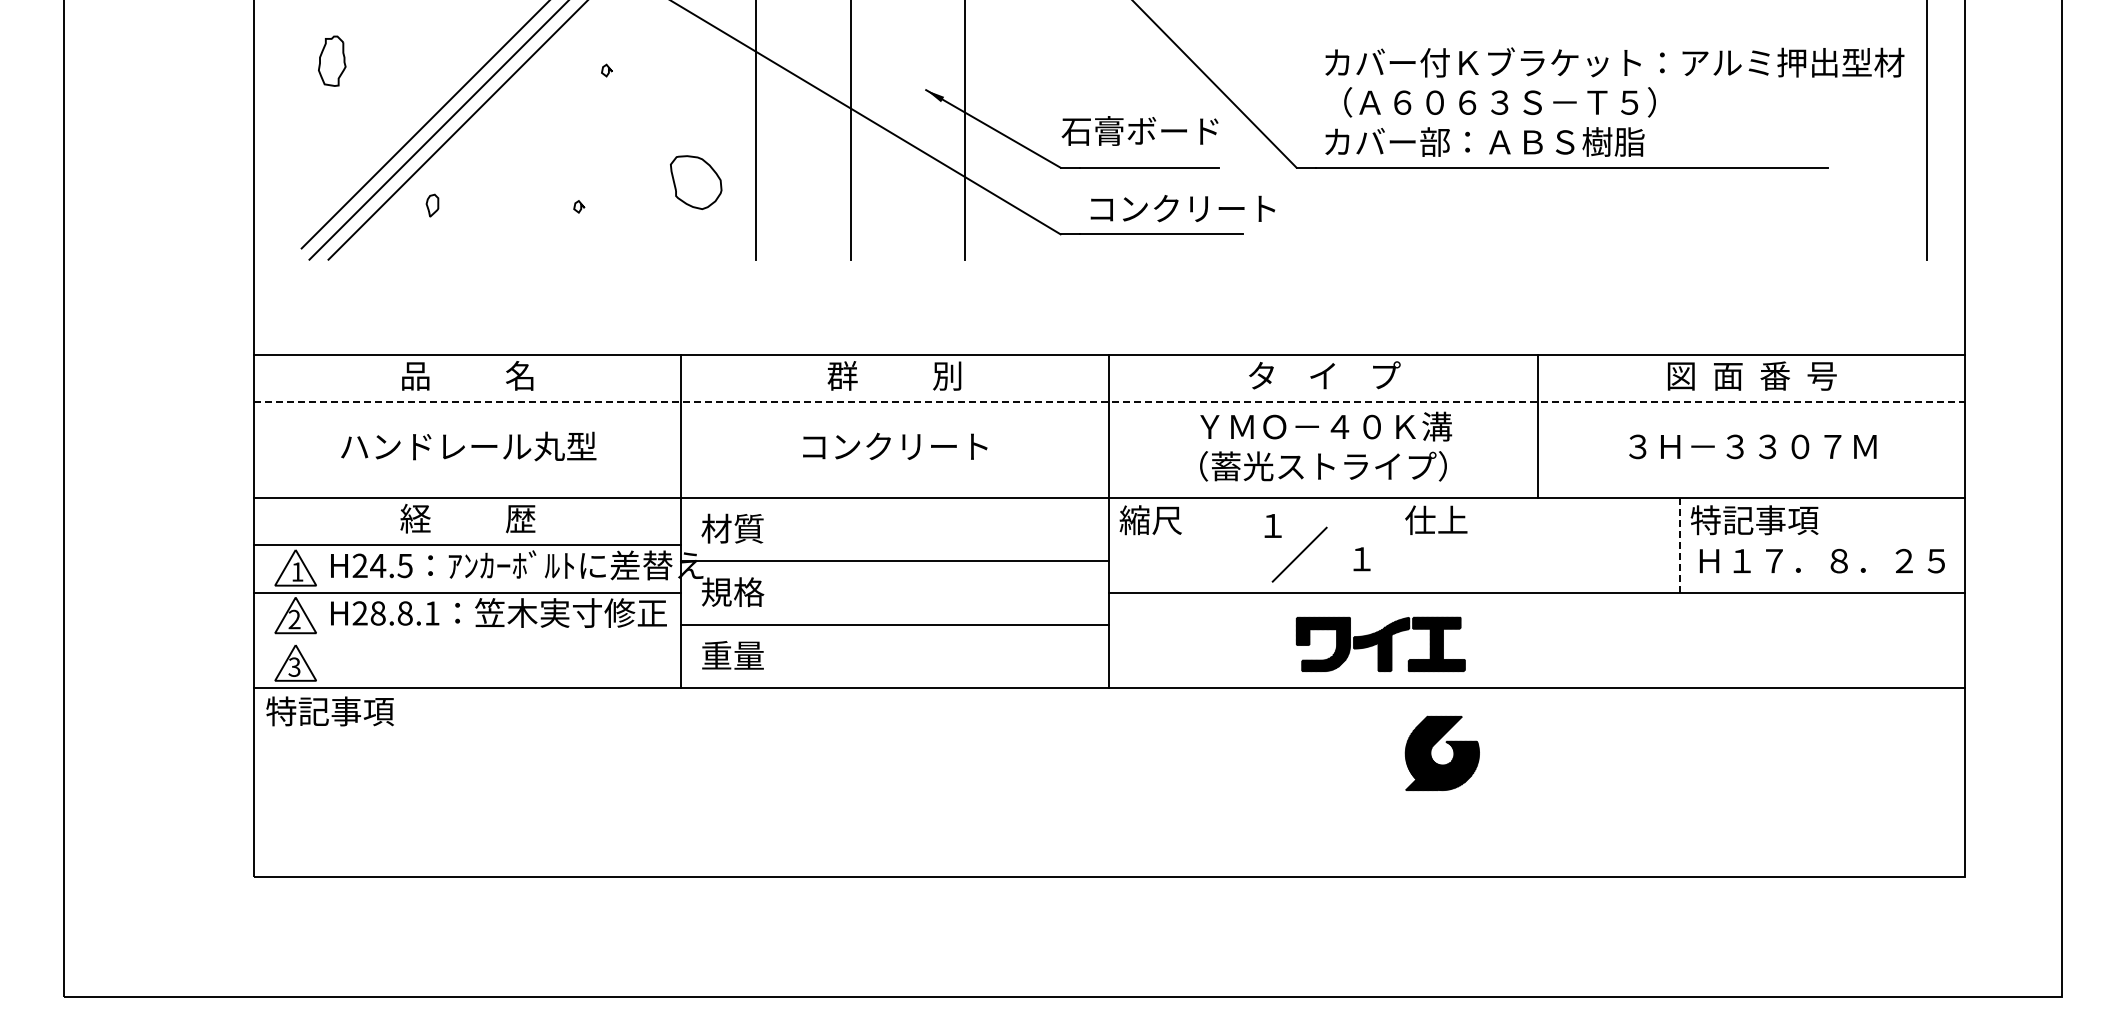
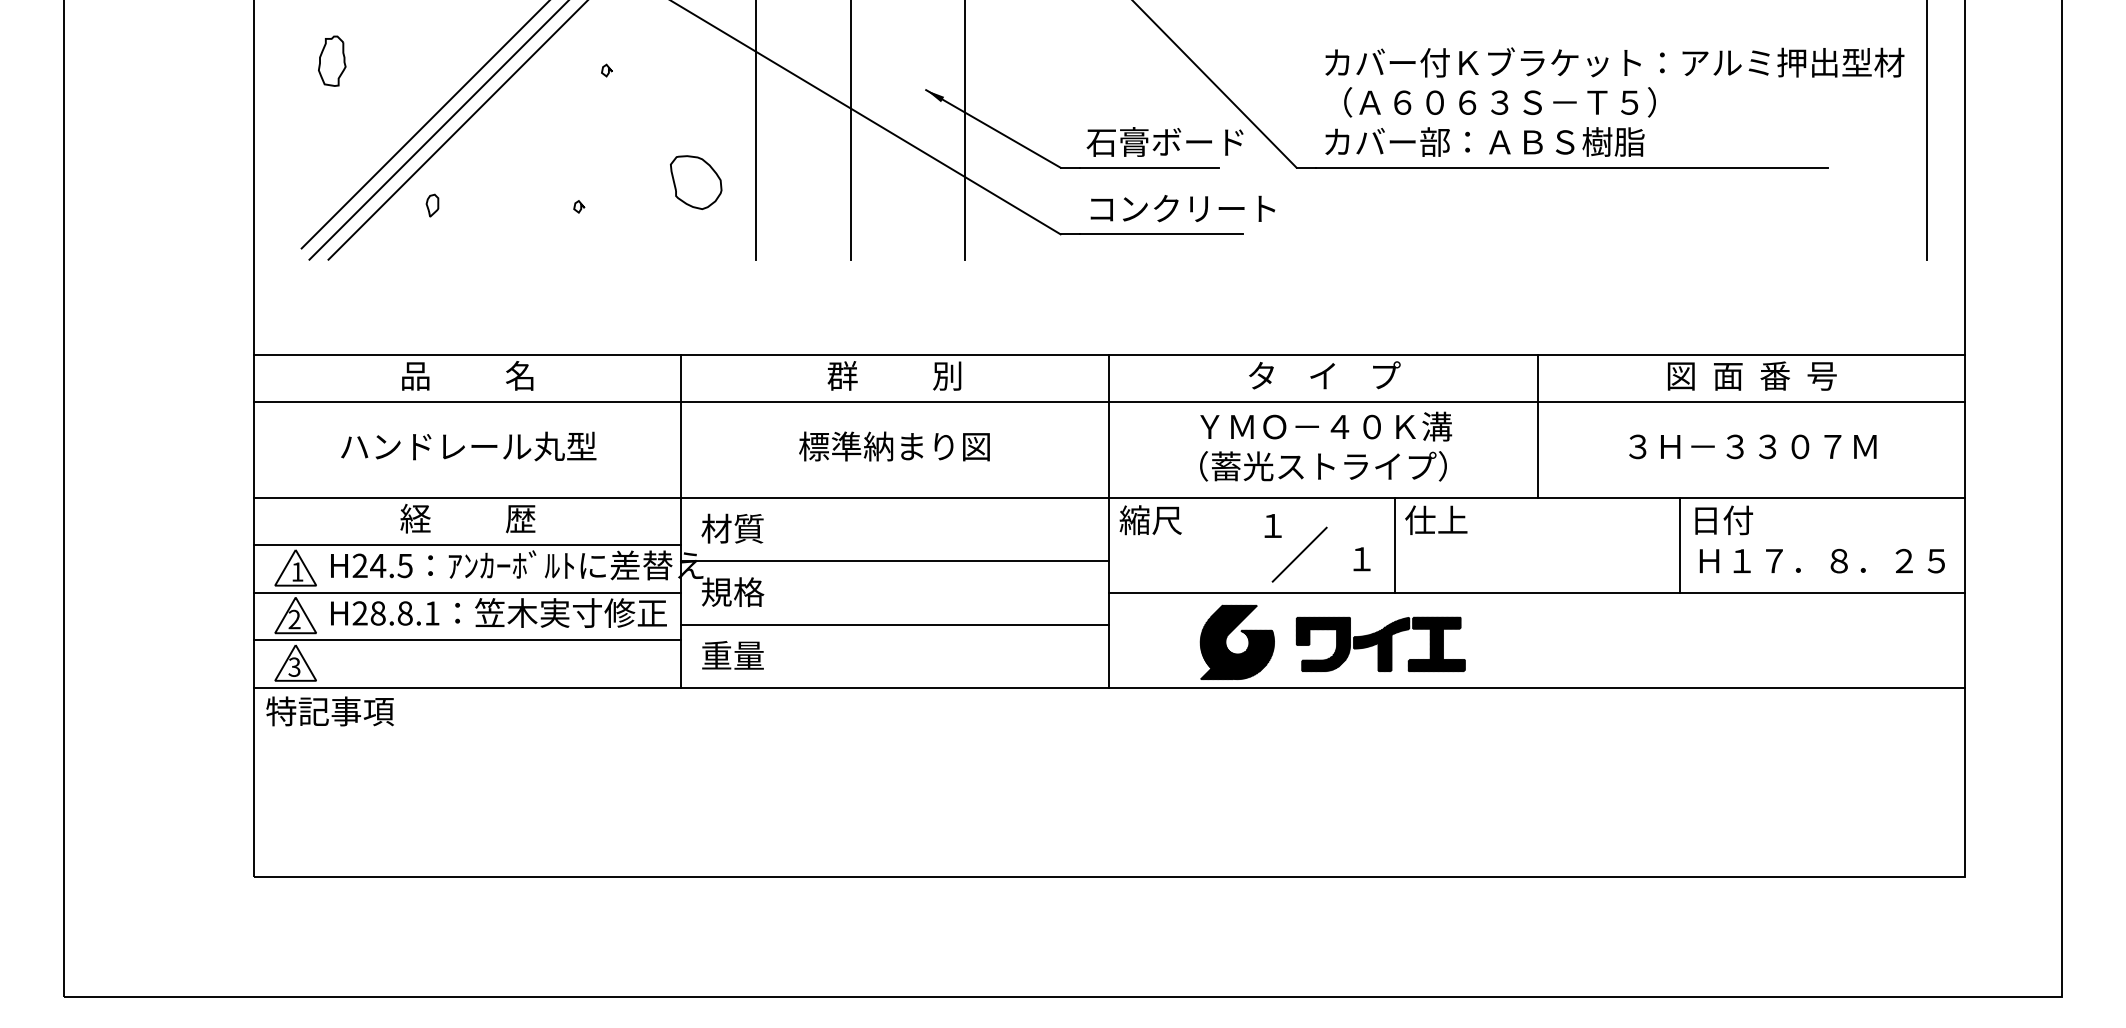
text at (1139, 130) position: (1139, 130) -> (1164, 141)
line at (1109, 402): dashed -> solid
text at (894, 446): コンクリート -> 標準納まり図
text at (1754, 520): 特記事項 -> 日付
line at (1394, 544): none -> present
line at (1680, 545): dashed -> solid
line at (467, 640): none -> present
part at (1432, 748) position: (1432, 748) -> (1227, 637)
